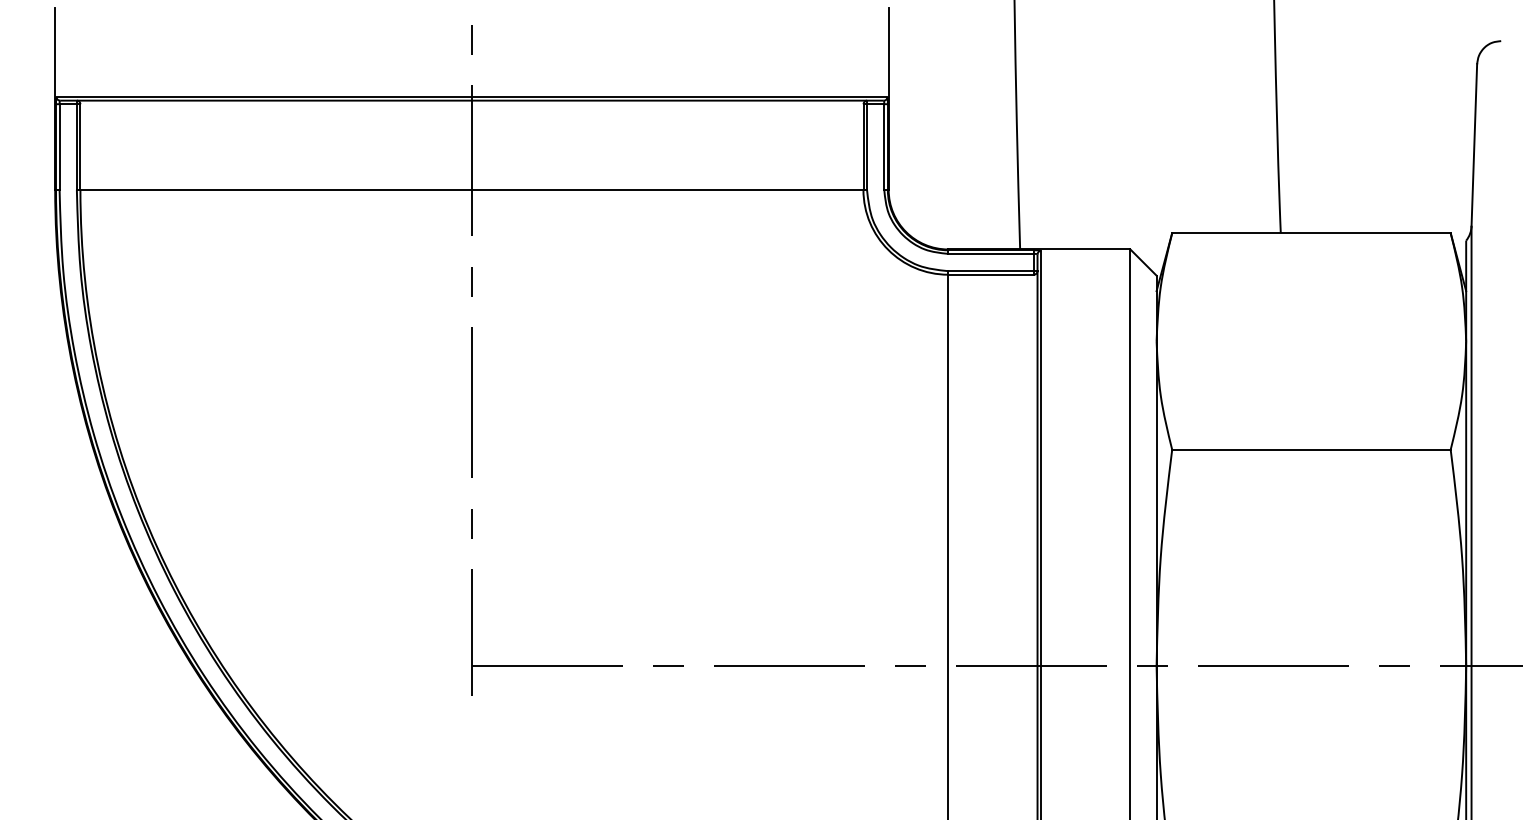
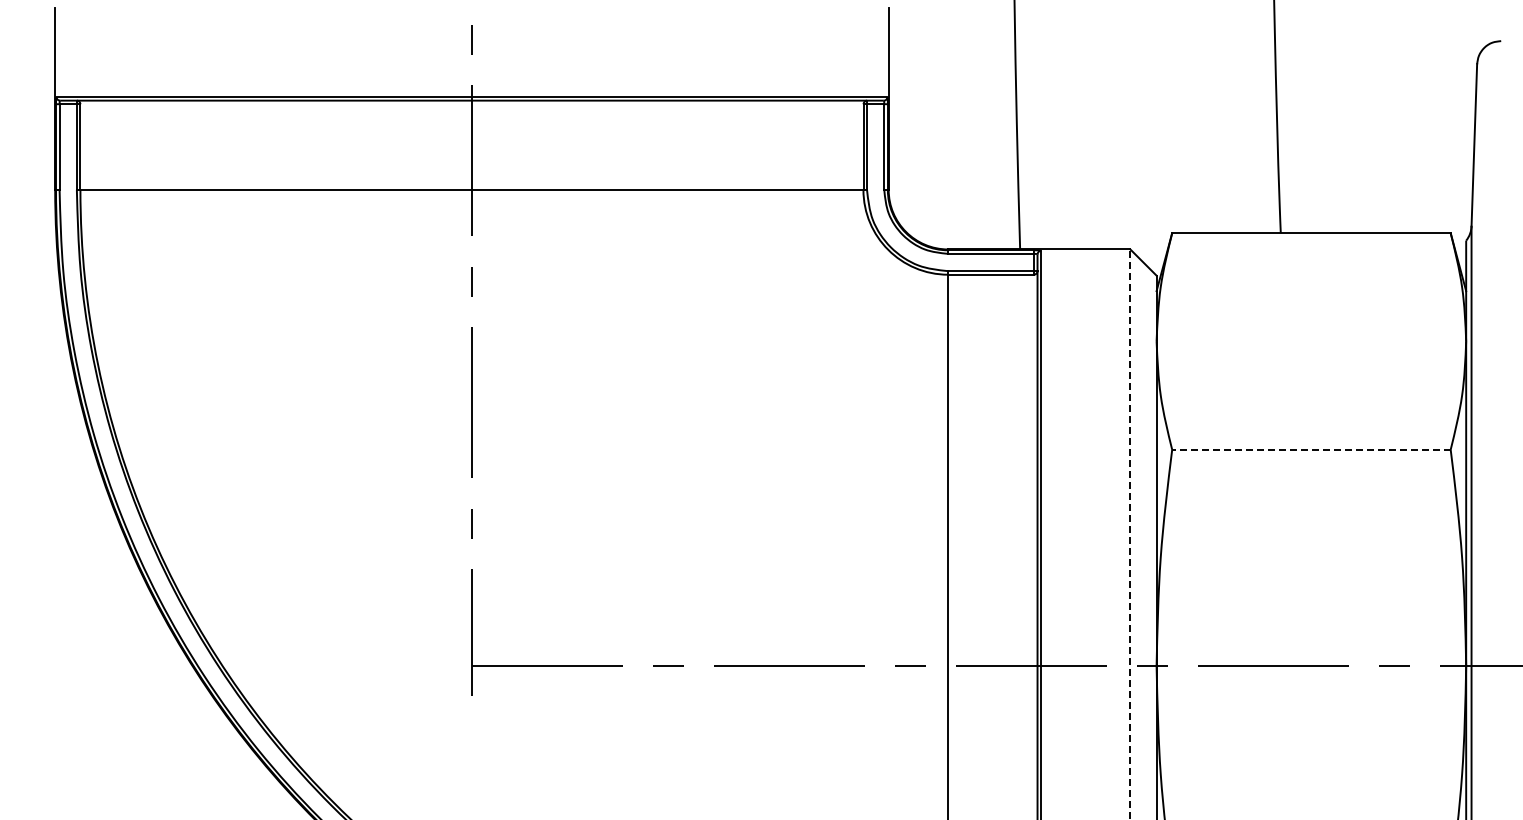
line at (1310, 449): solid -> dashed
line at (1130, 534): solid -> dashed
